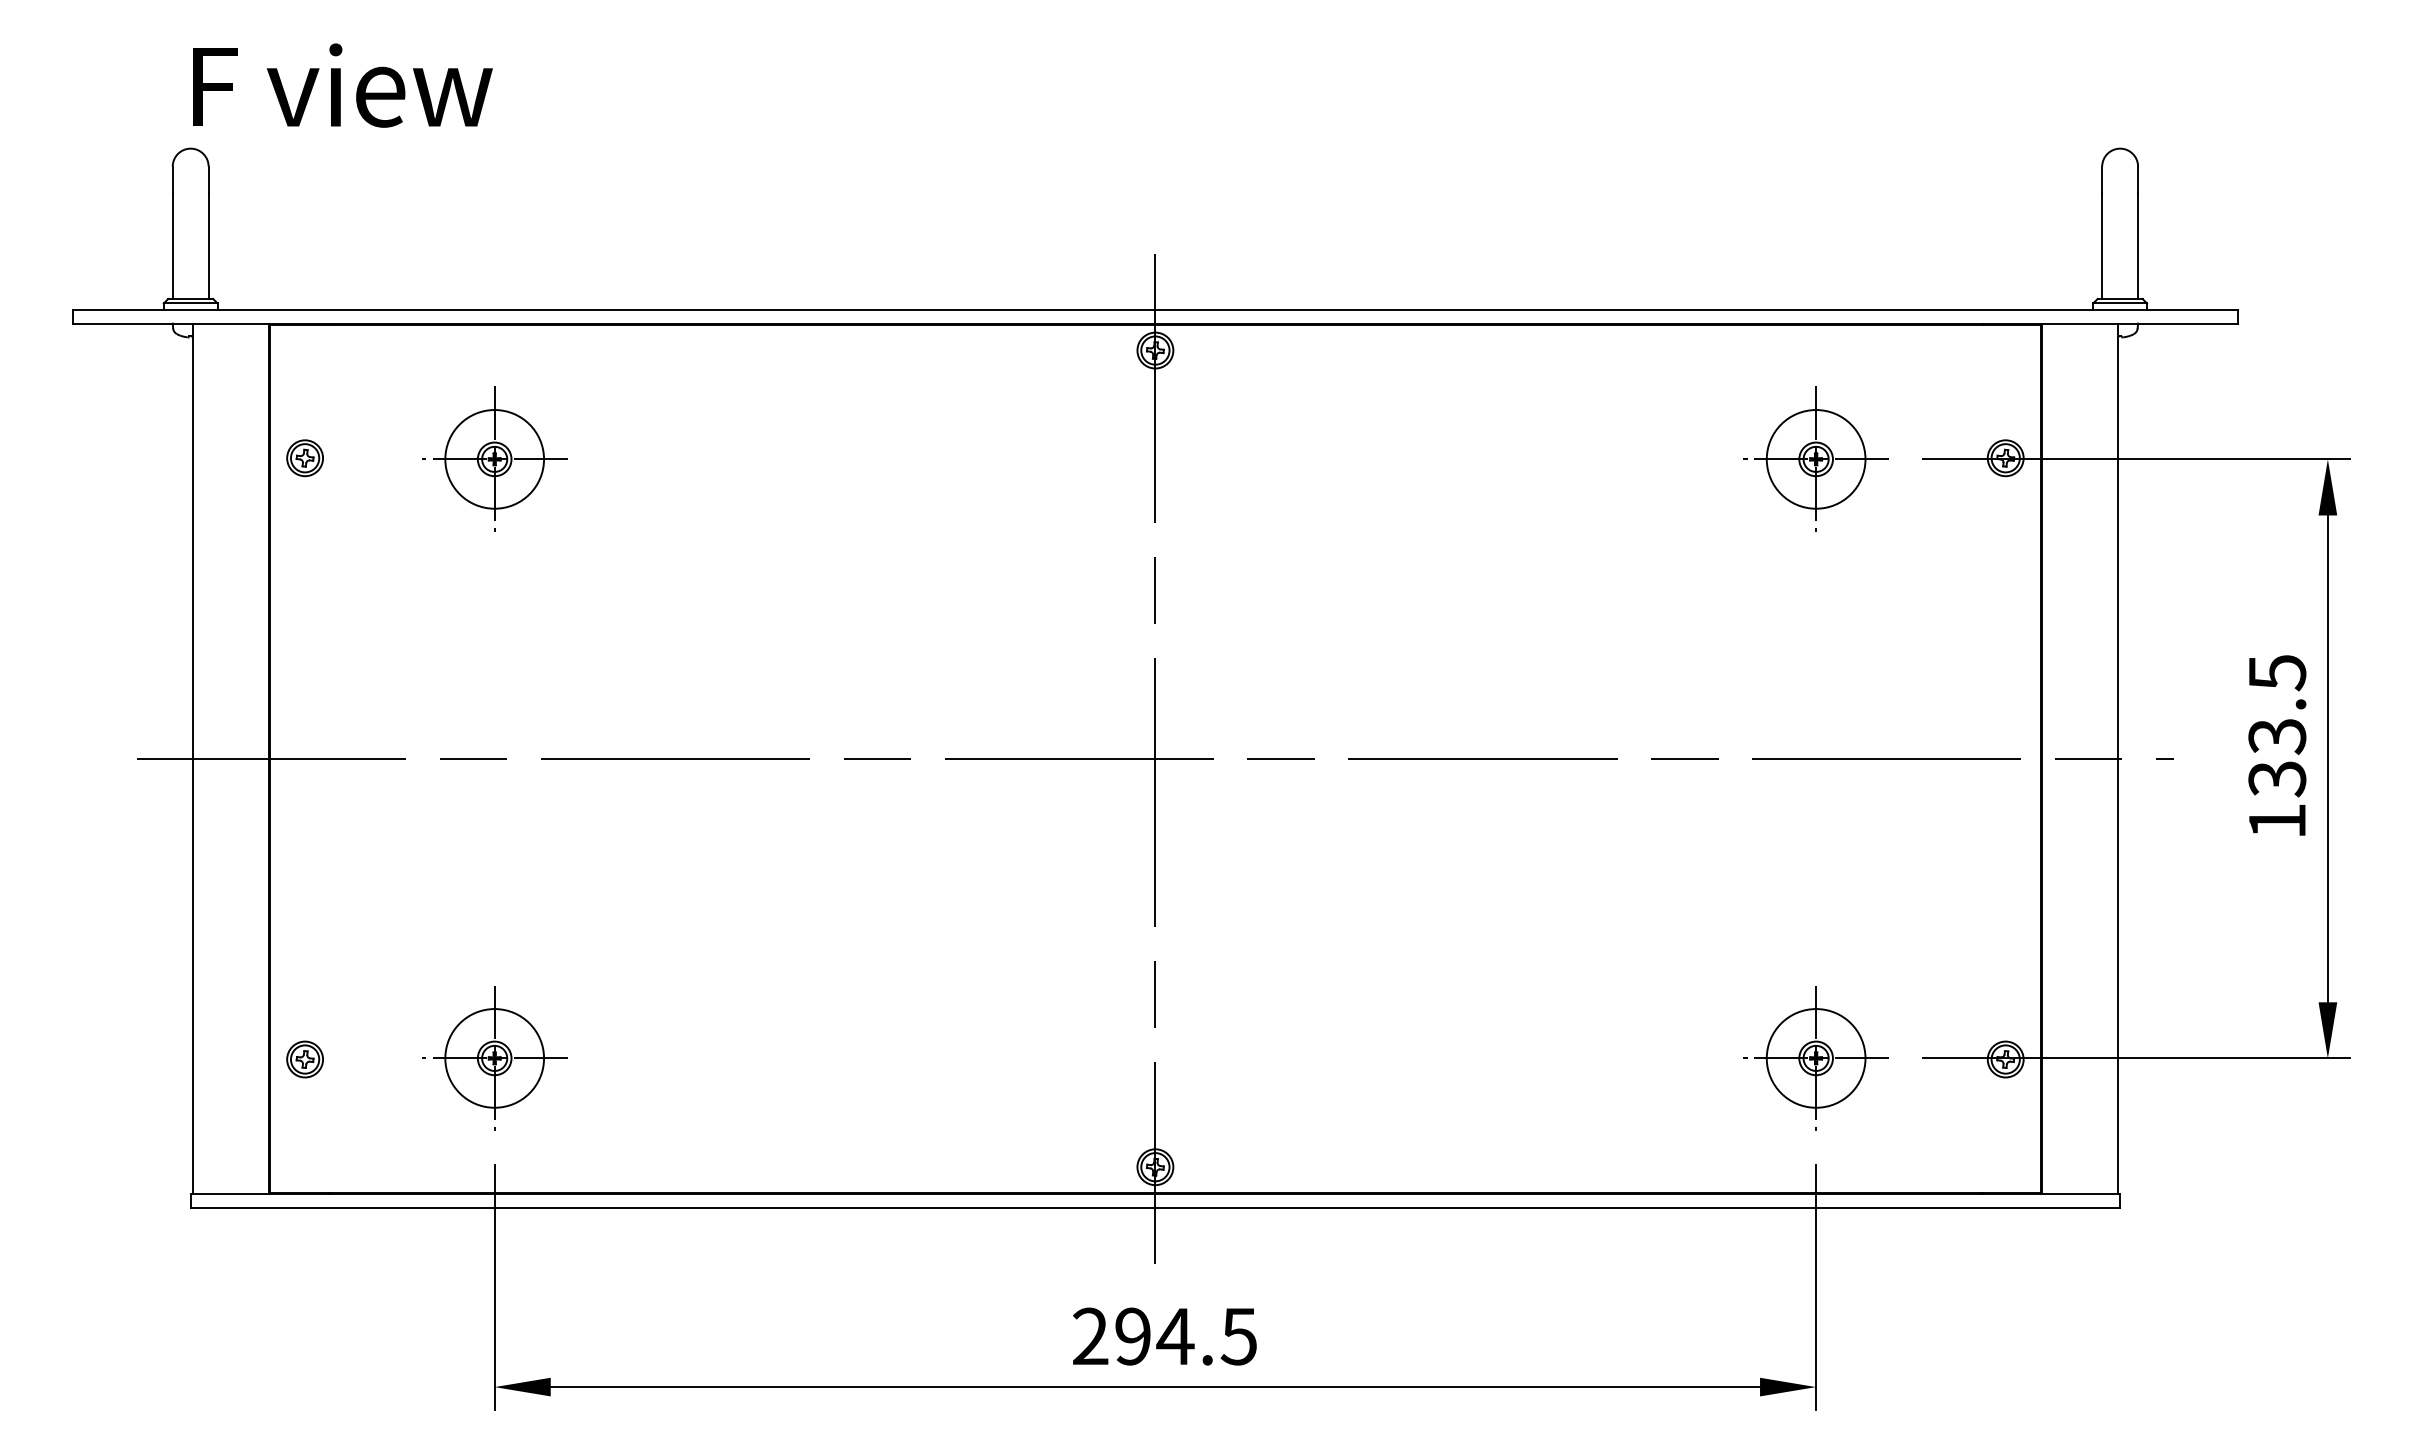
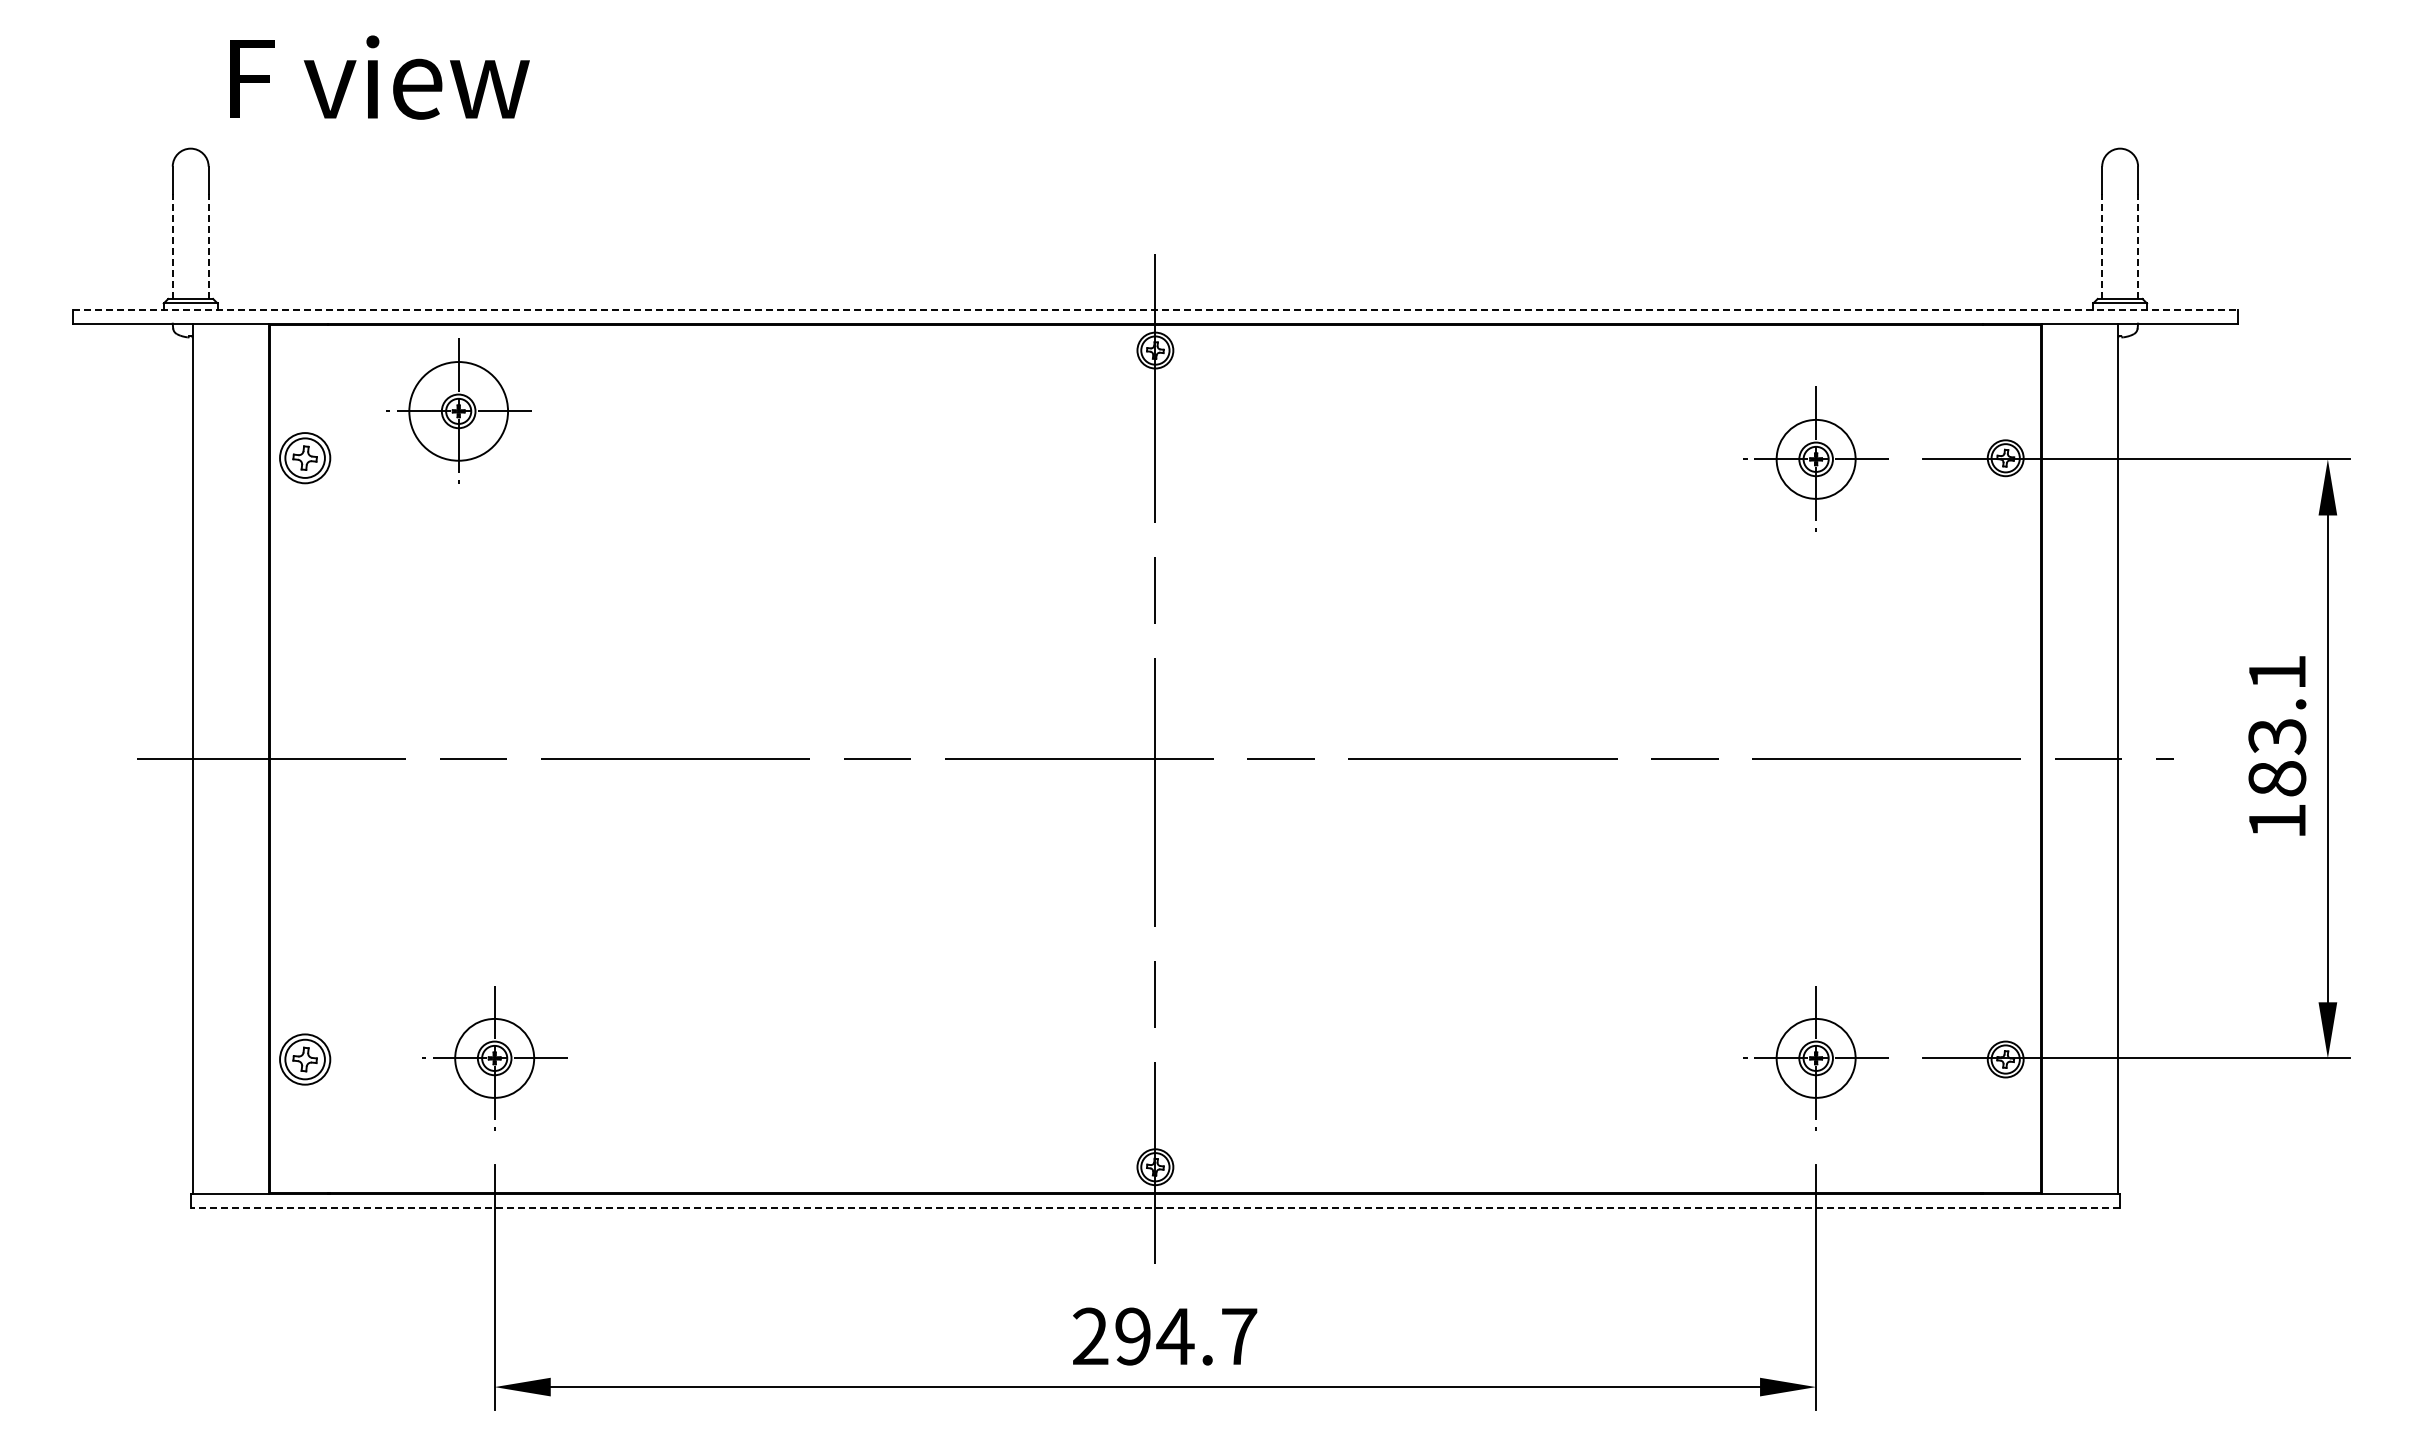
text at (342, 85) position: (342, 85) -> (379, 77)
line at (172, 246): solid -> dashed
line at (208, 246): solid -> dashed
line at (2102, 246): solid -> dashed
line at (2138, 246): solid -> dashed
line at (1155, 310): solid -> dashed
part at (304, 458) size: 38x39 px -> 53x53 px
part at (494, 458) position: (494, 458) -> (458, 410)
circle at (1815, 459) diameter: 99 px -> 79 px
text at (2277, 726): 133.5 -> 183.1
circle at (494, 1058) diameter: 99 px -> 79 px
circle at (1815, 1058) diameter: 99 px -> 79 px
part at (304, 1059) size: 38x39 px -> 53x53 px
line at (1155, 1207): solid -> dashed
text at (1238, 1336): 294.5 -> 294.7
